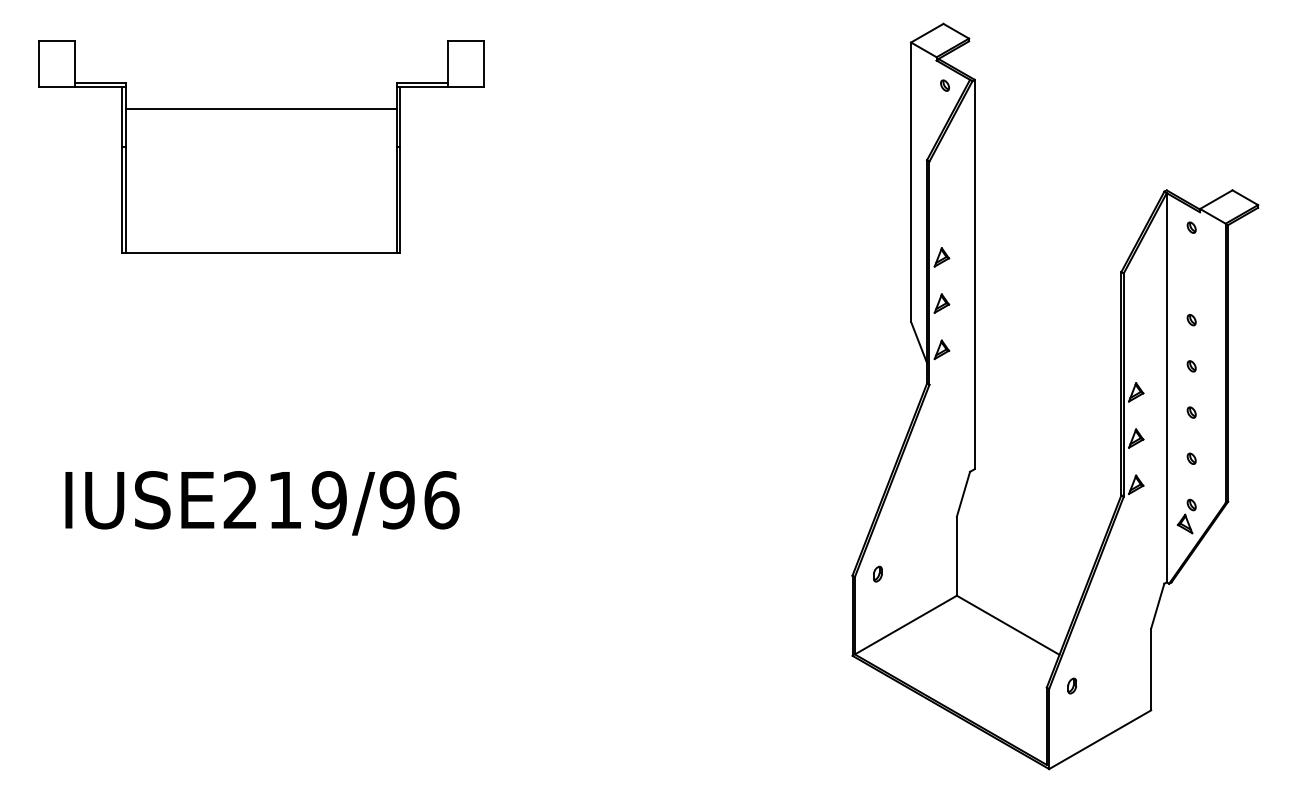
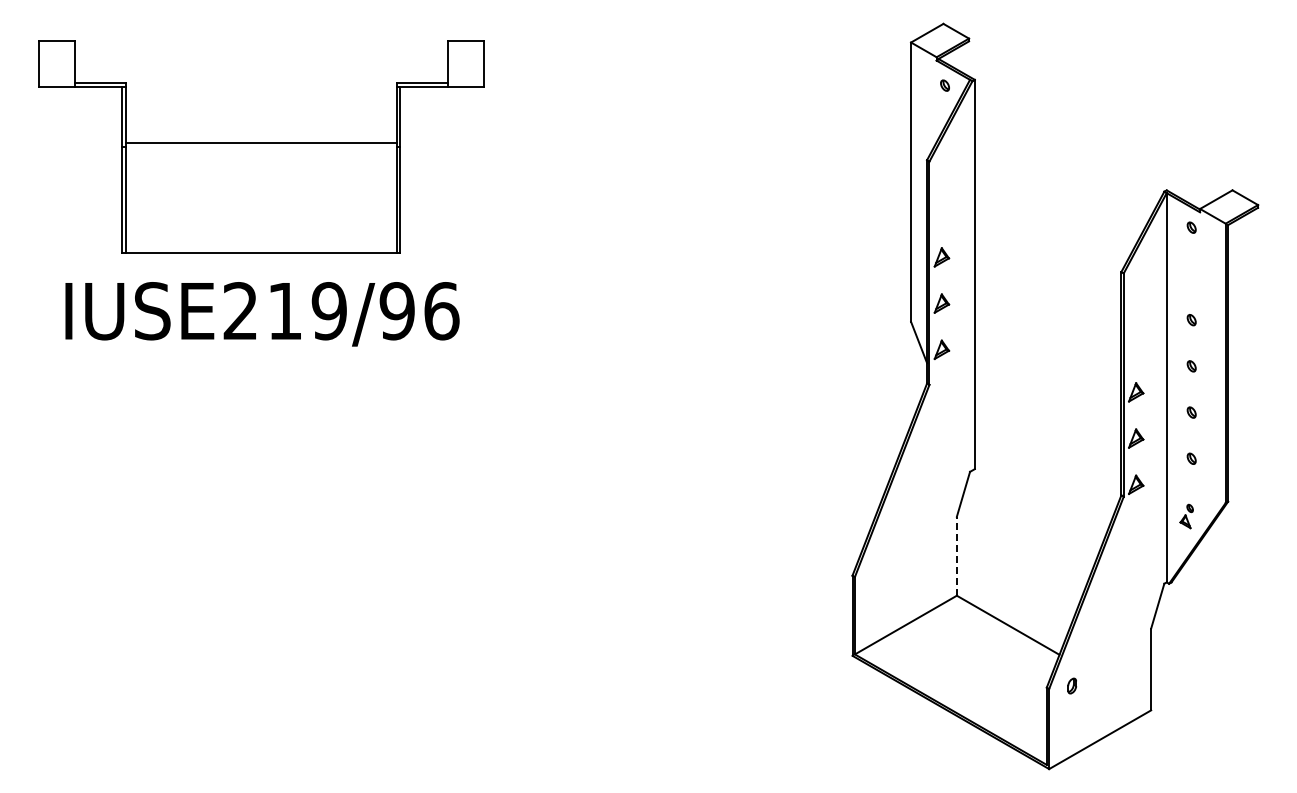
line at (261, 108) position: (261, 108) -> (261, 142)
text at (262, 503) position: (262, 503) -> (262, 314)
part at (1186, 516) size: 21x37 px -> 15x27 px
line at (956, 555): solid -> dashed
part at (877, 573): present -> none
